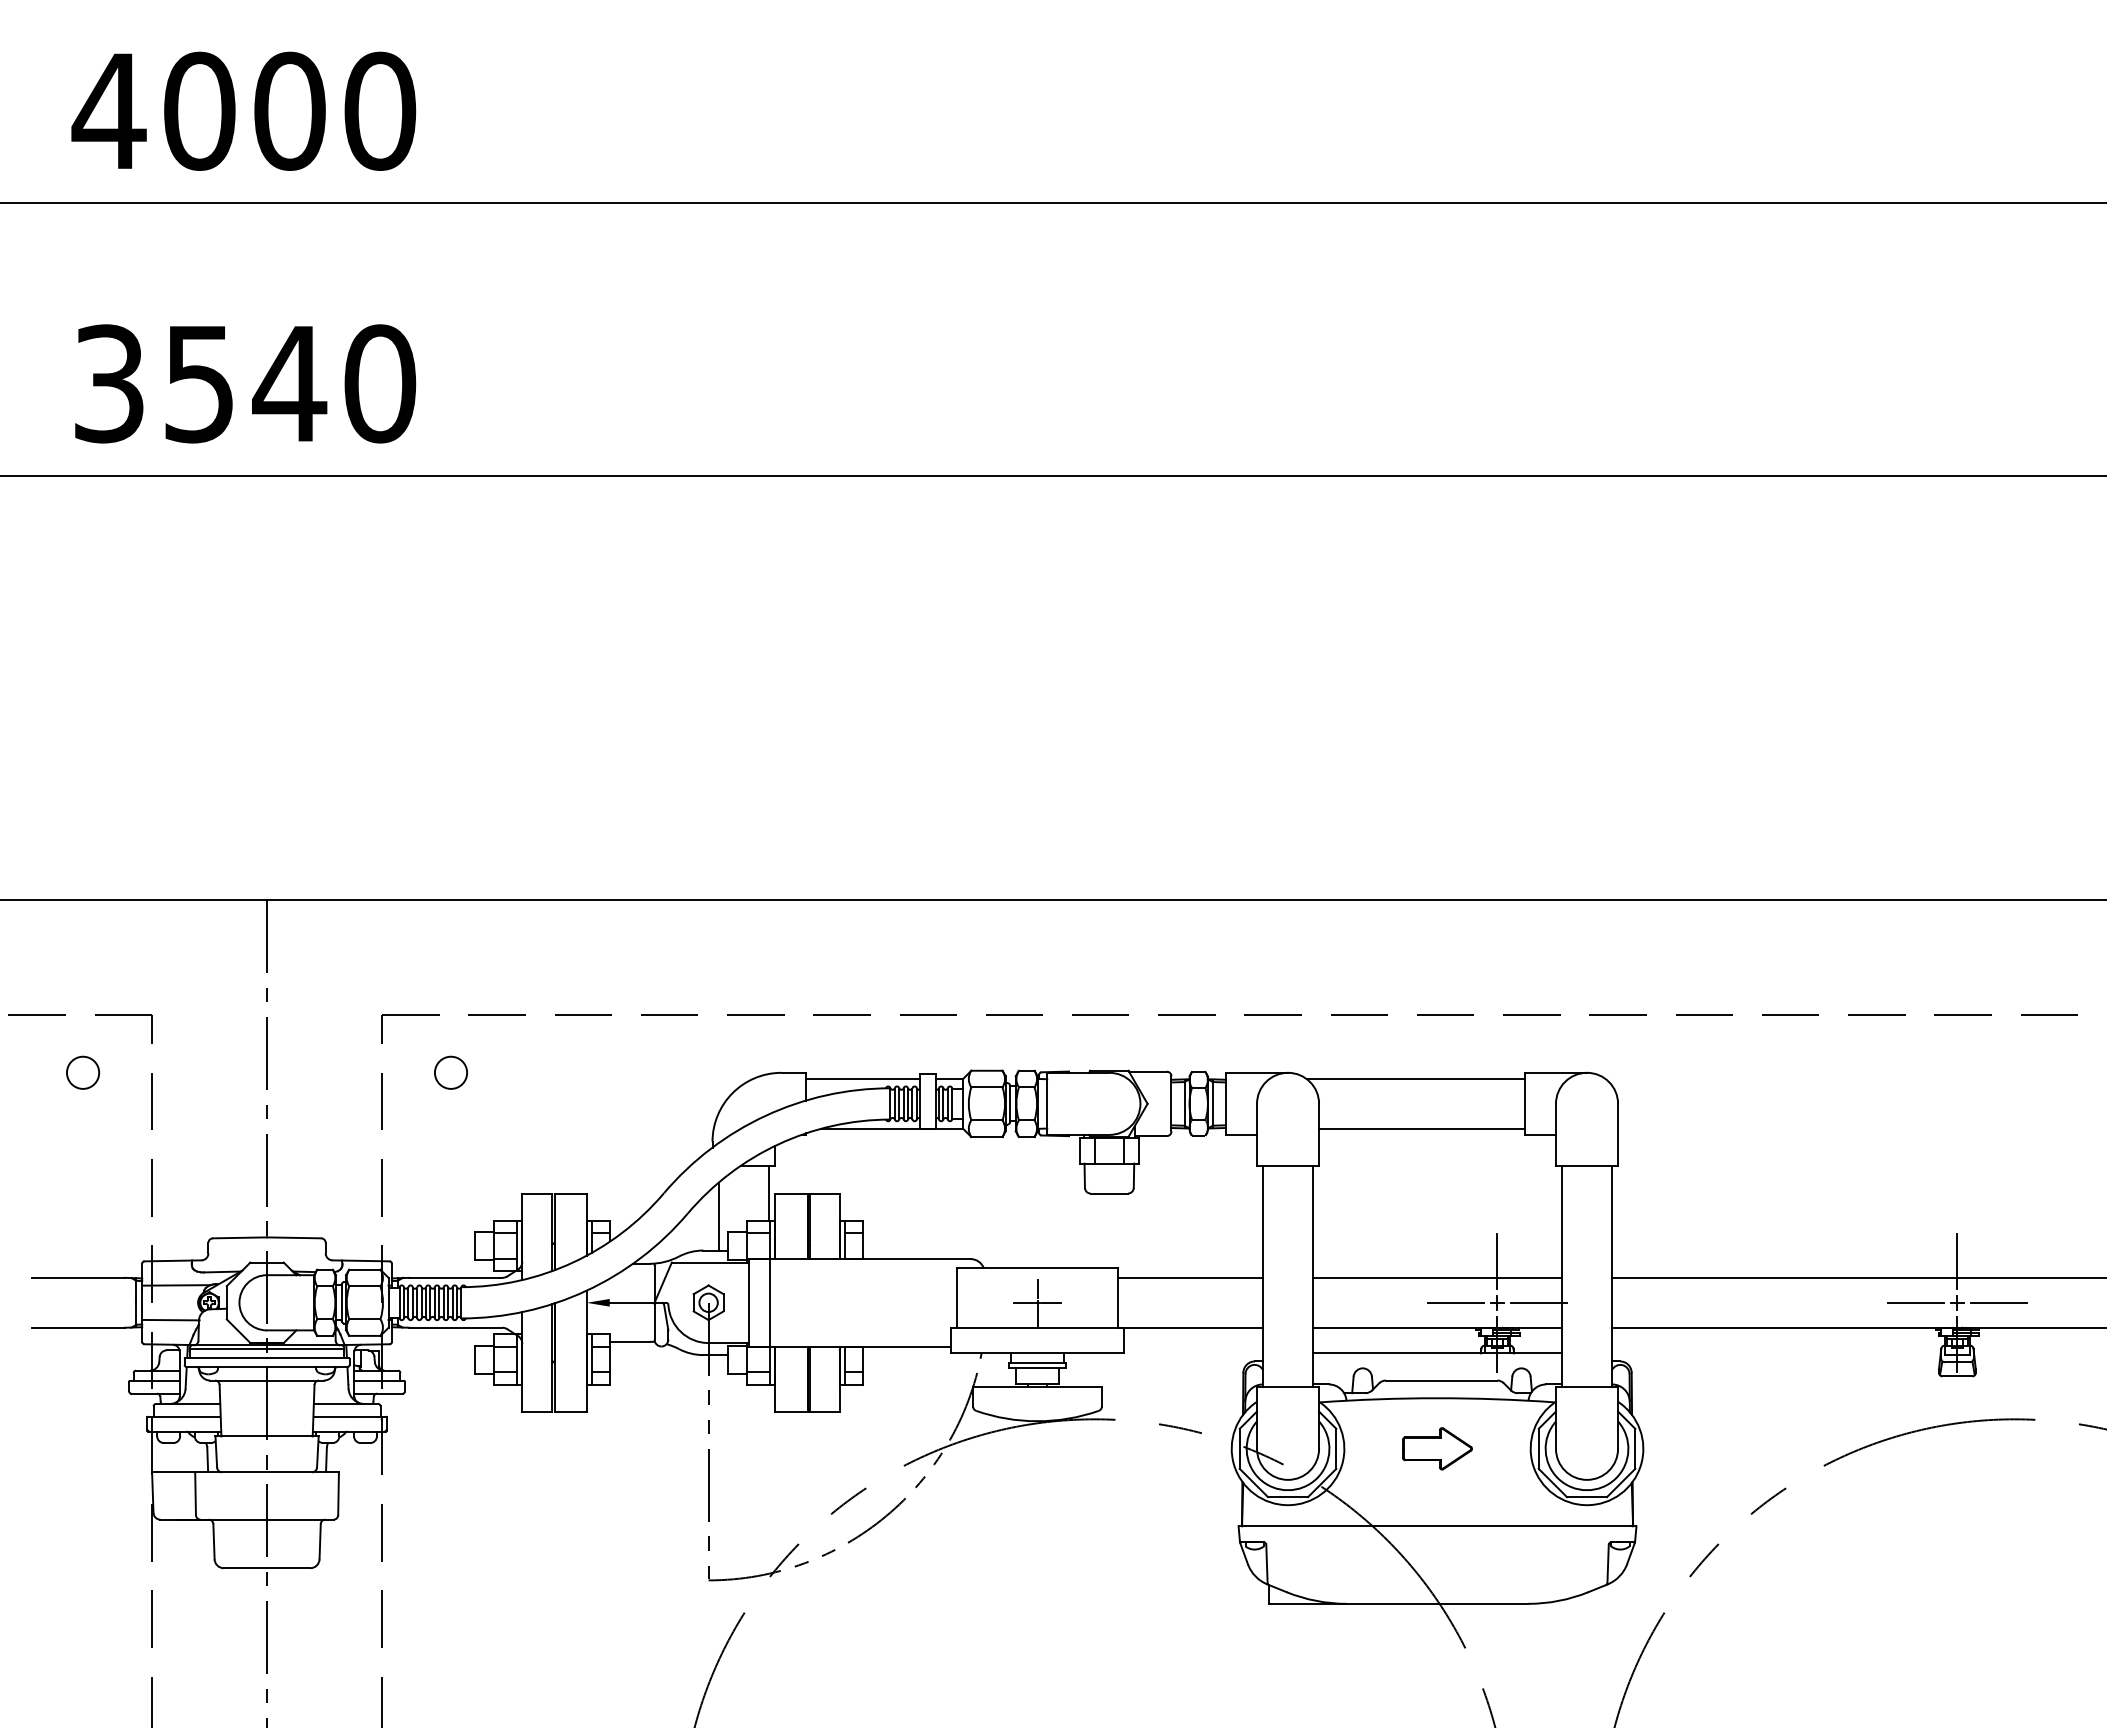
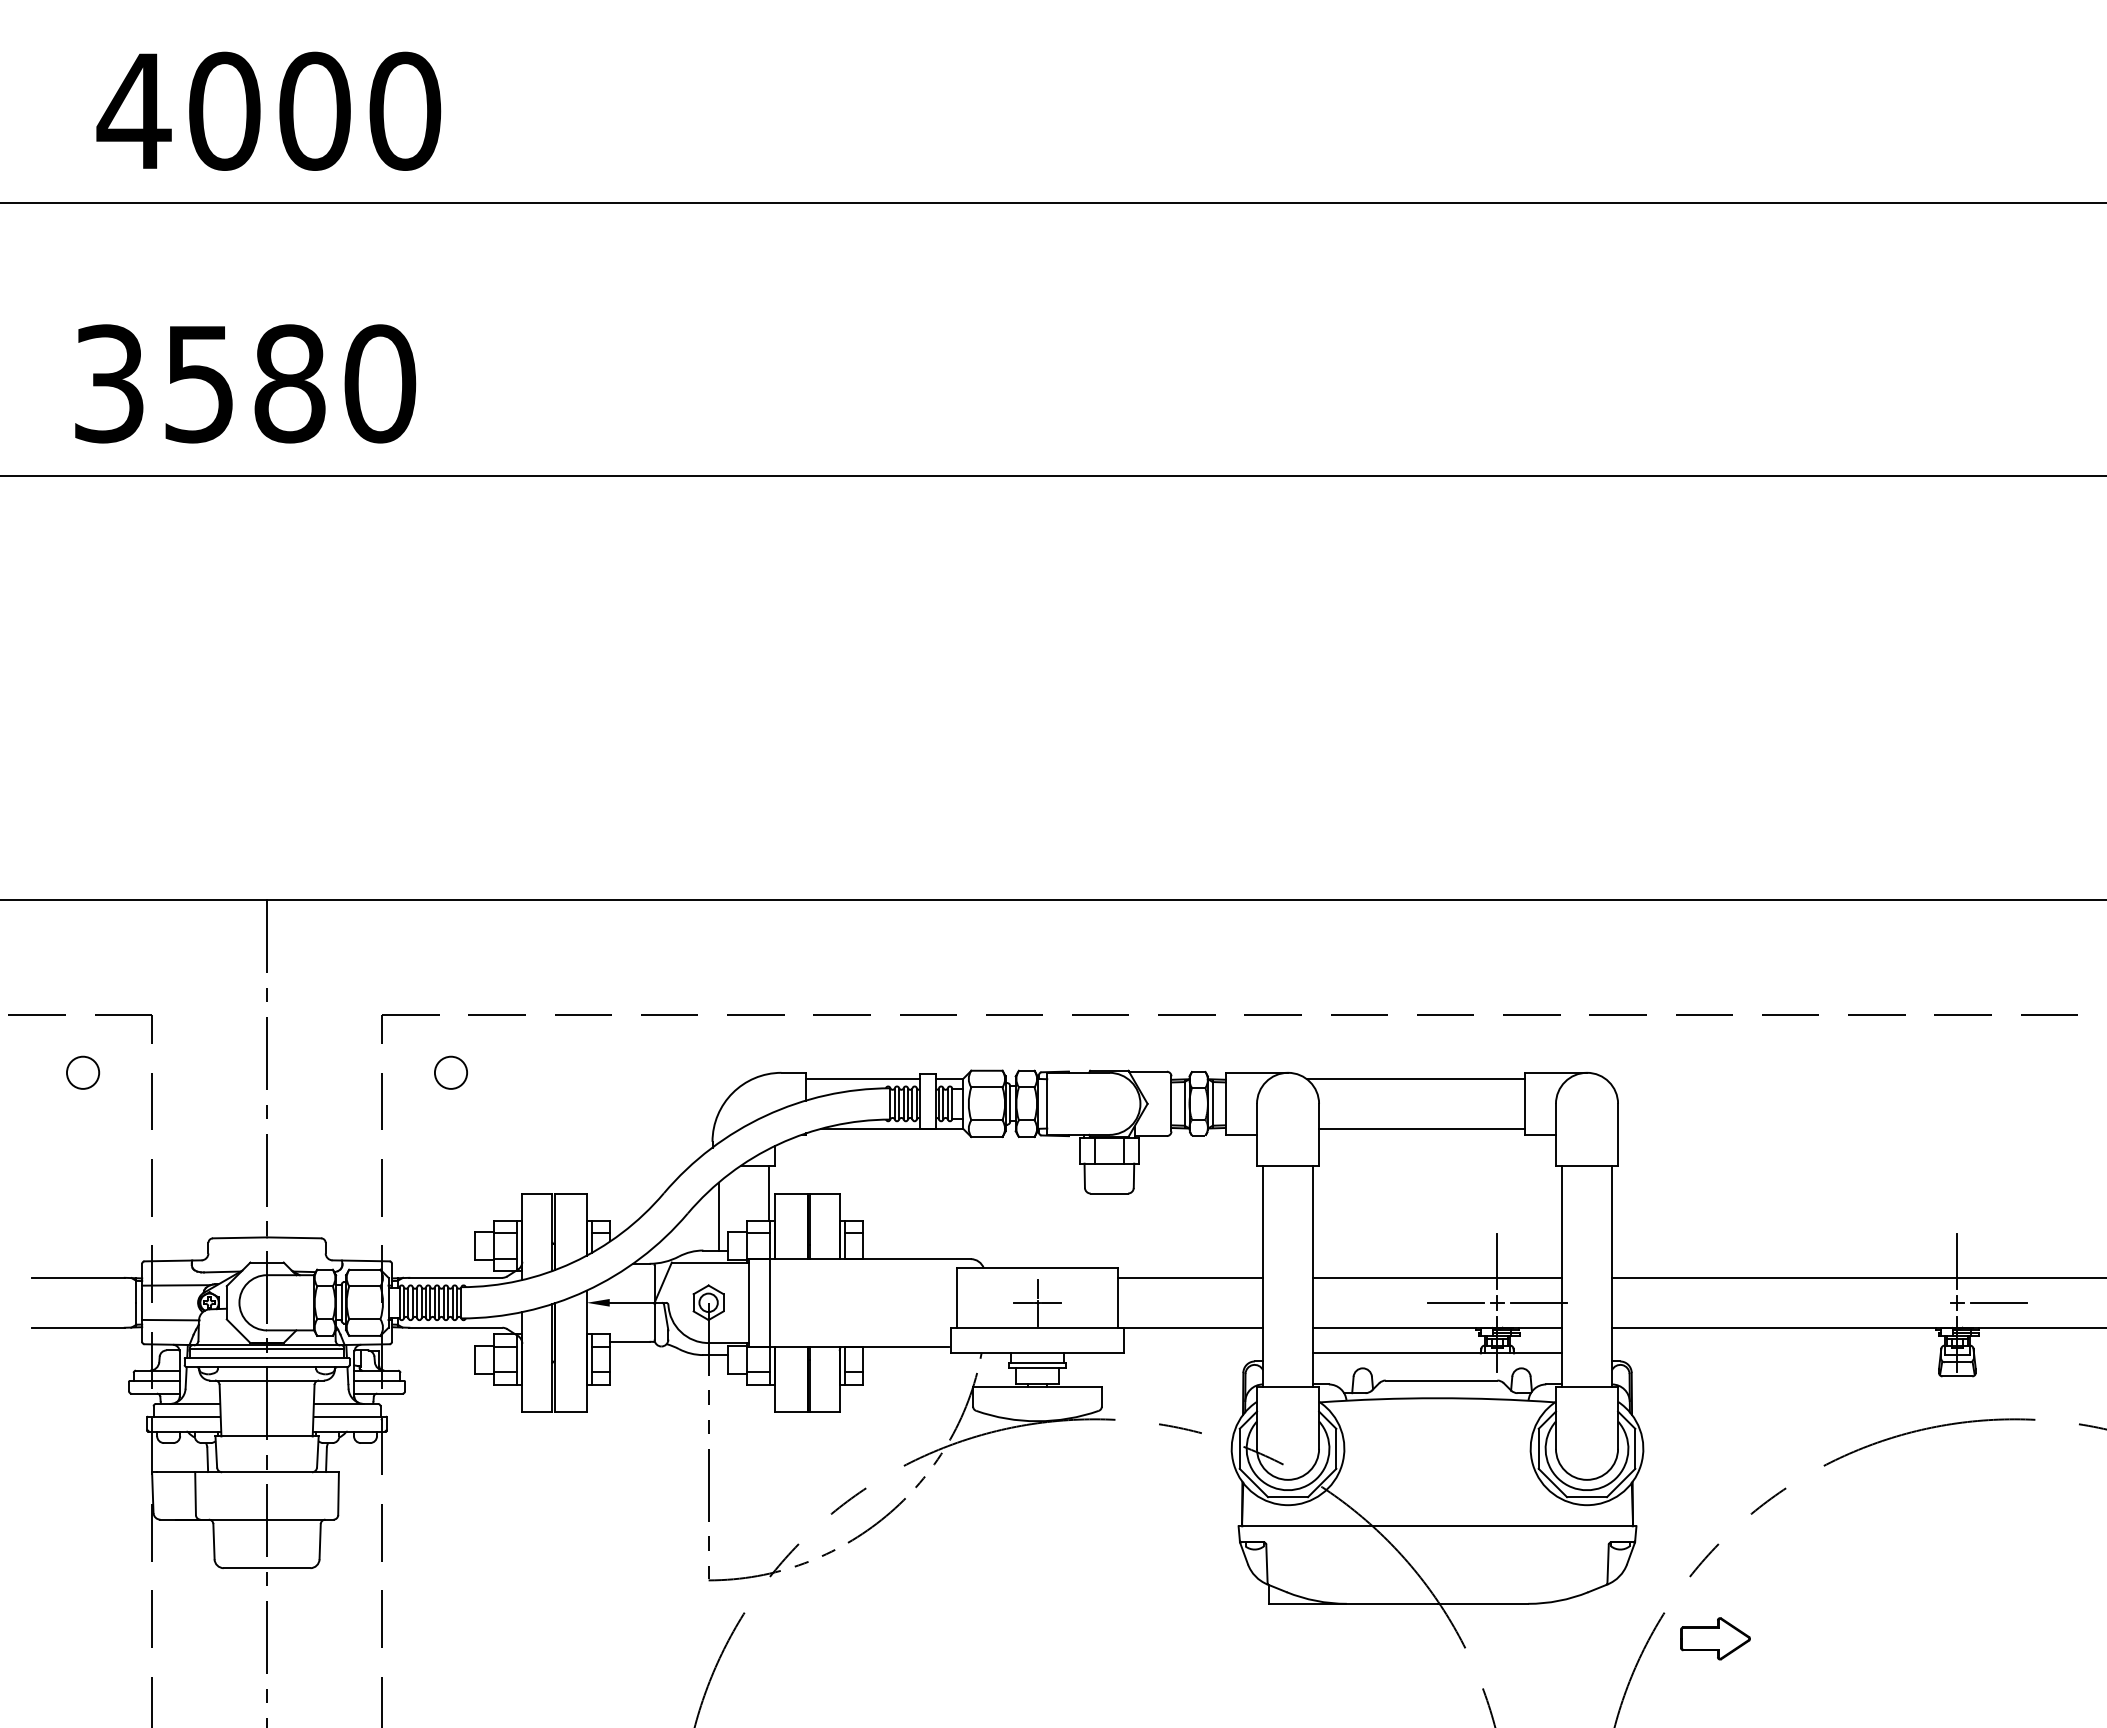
text at (243, 110) position: (243, 110) -> (268, 110)
text at (289, 383): 3540 -> 3580
line at (1915, 1302): present -> none
part at (1437, 1448) position: (1437, 1448) -> (1715, 1638)
